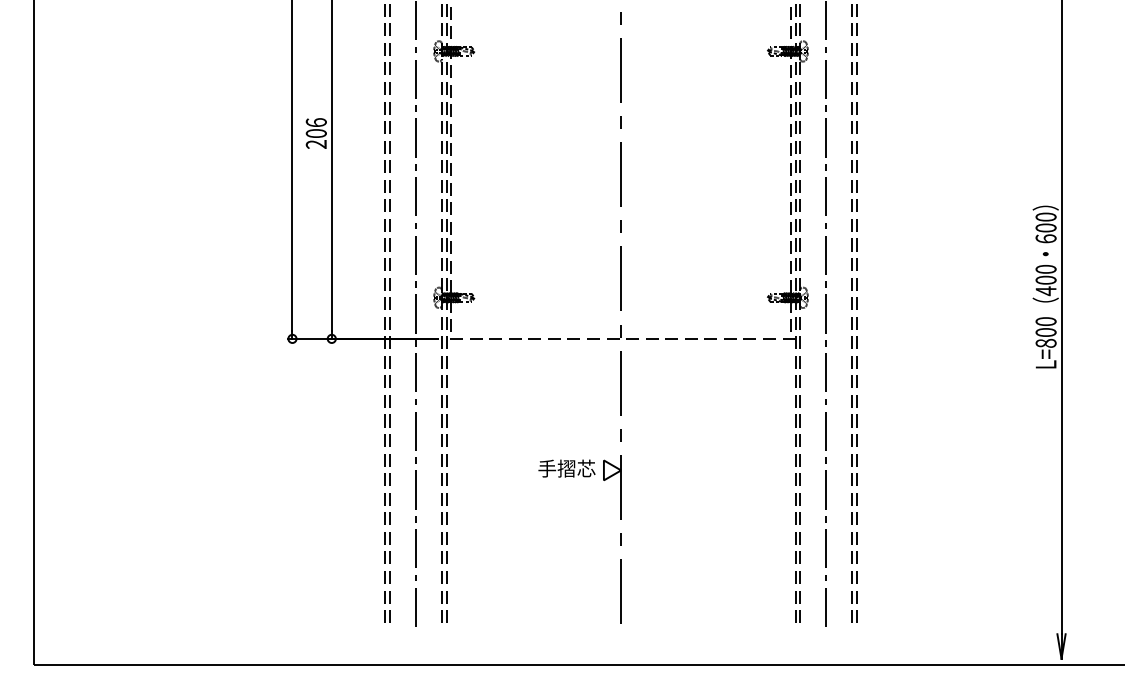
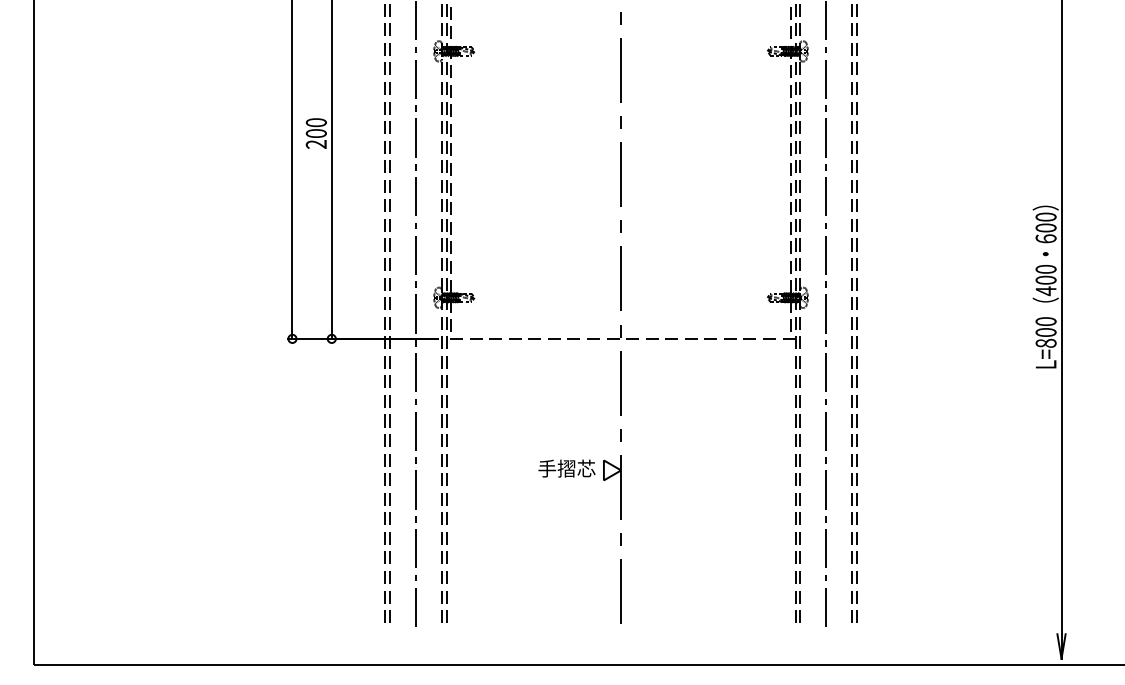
text at (315, 122): 206 -> 200
